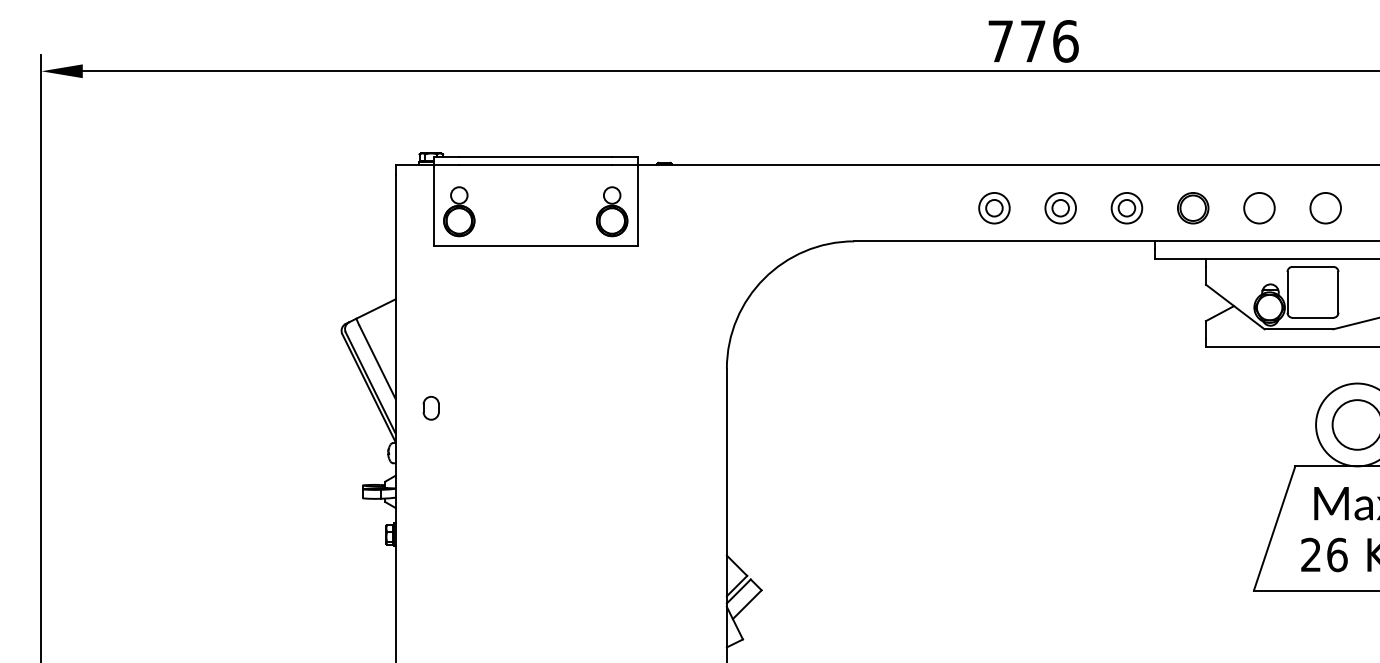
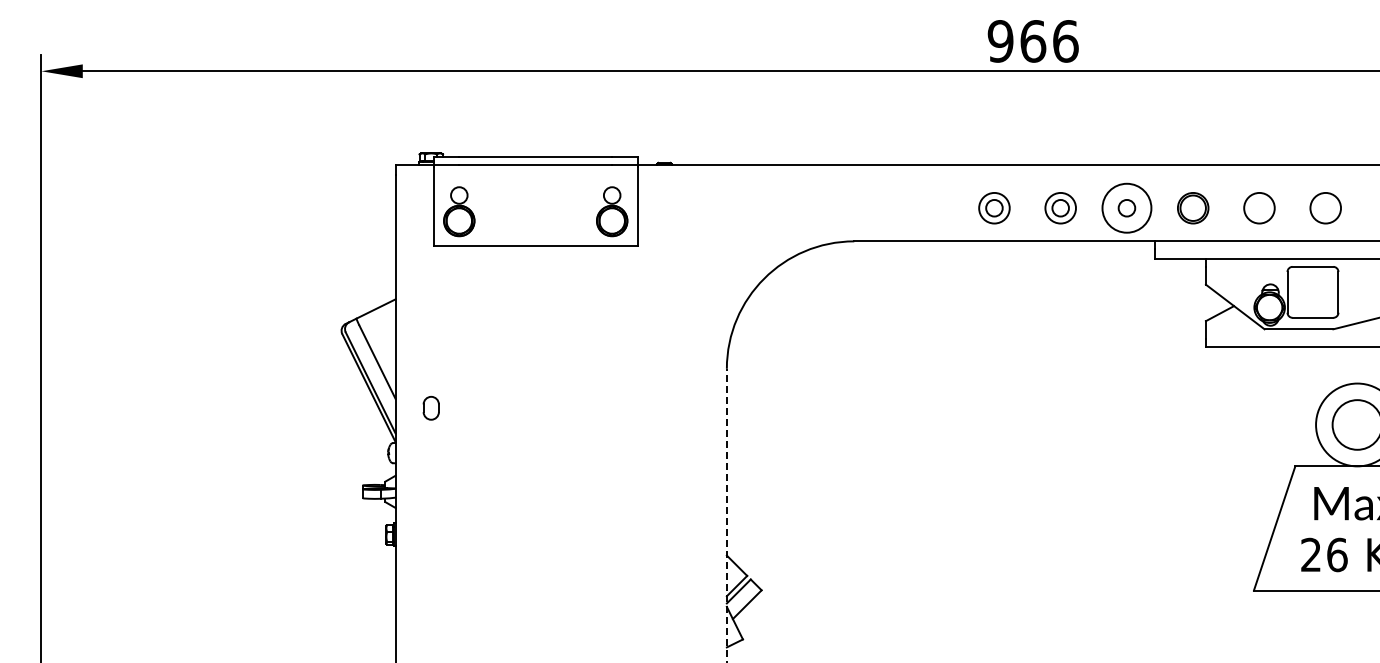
text at (1016, 41): 776 -> 966
circle at (1126, 207) diameter: 31 px -> 49 px
line at (726, 515): solid -> dashed
